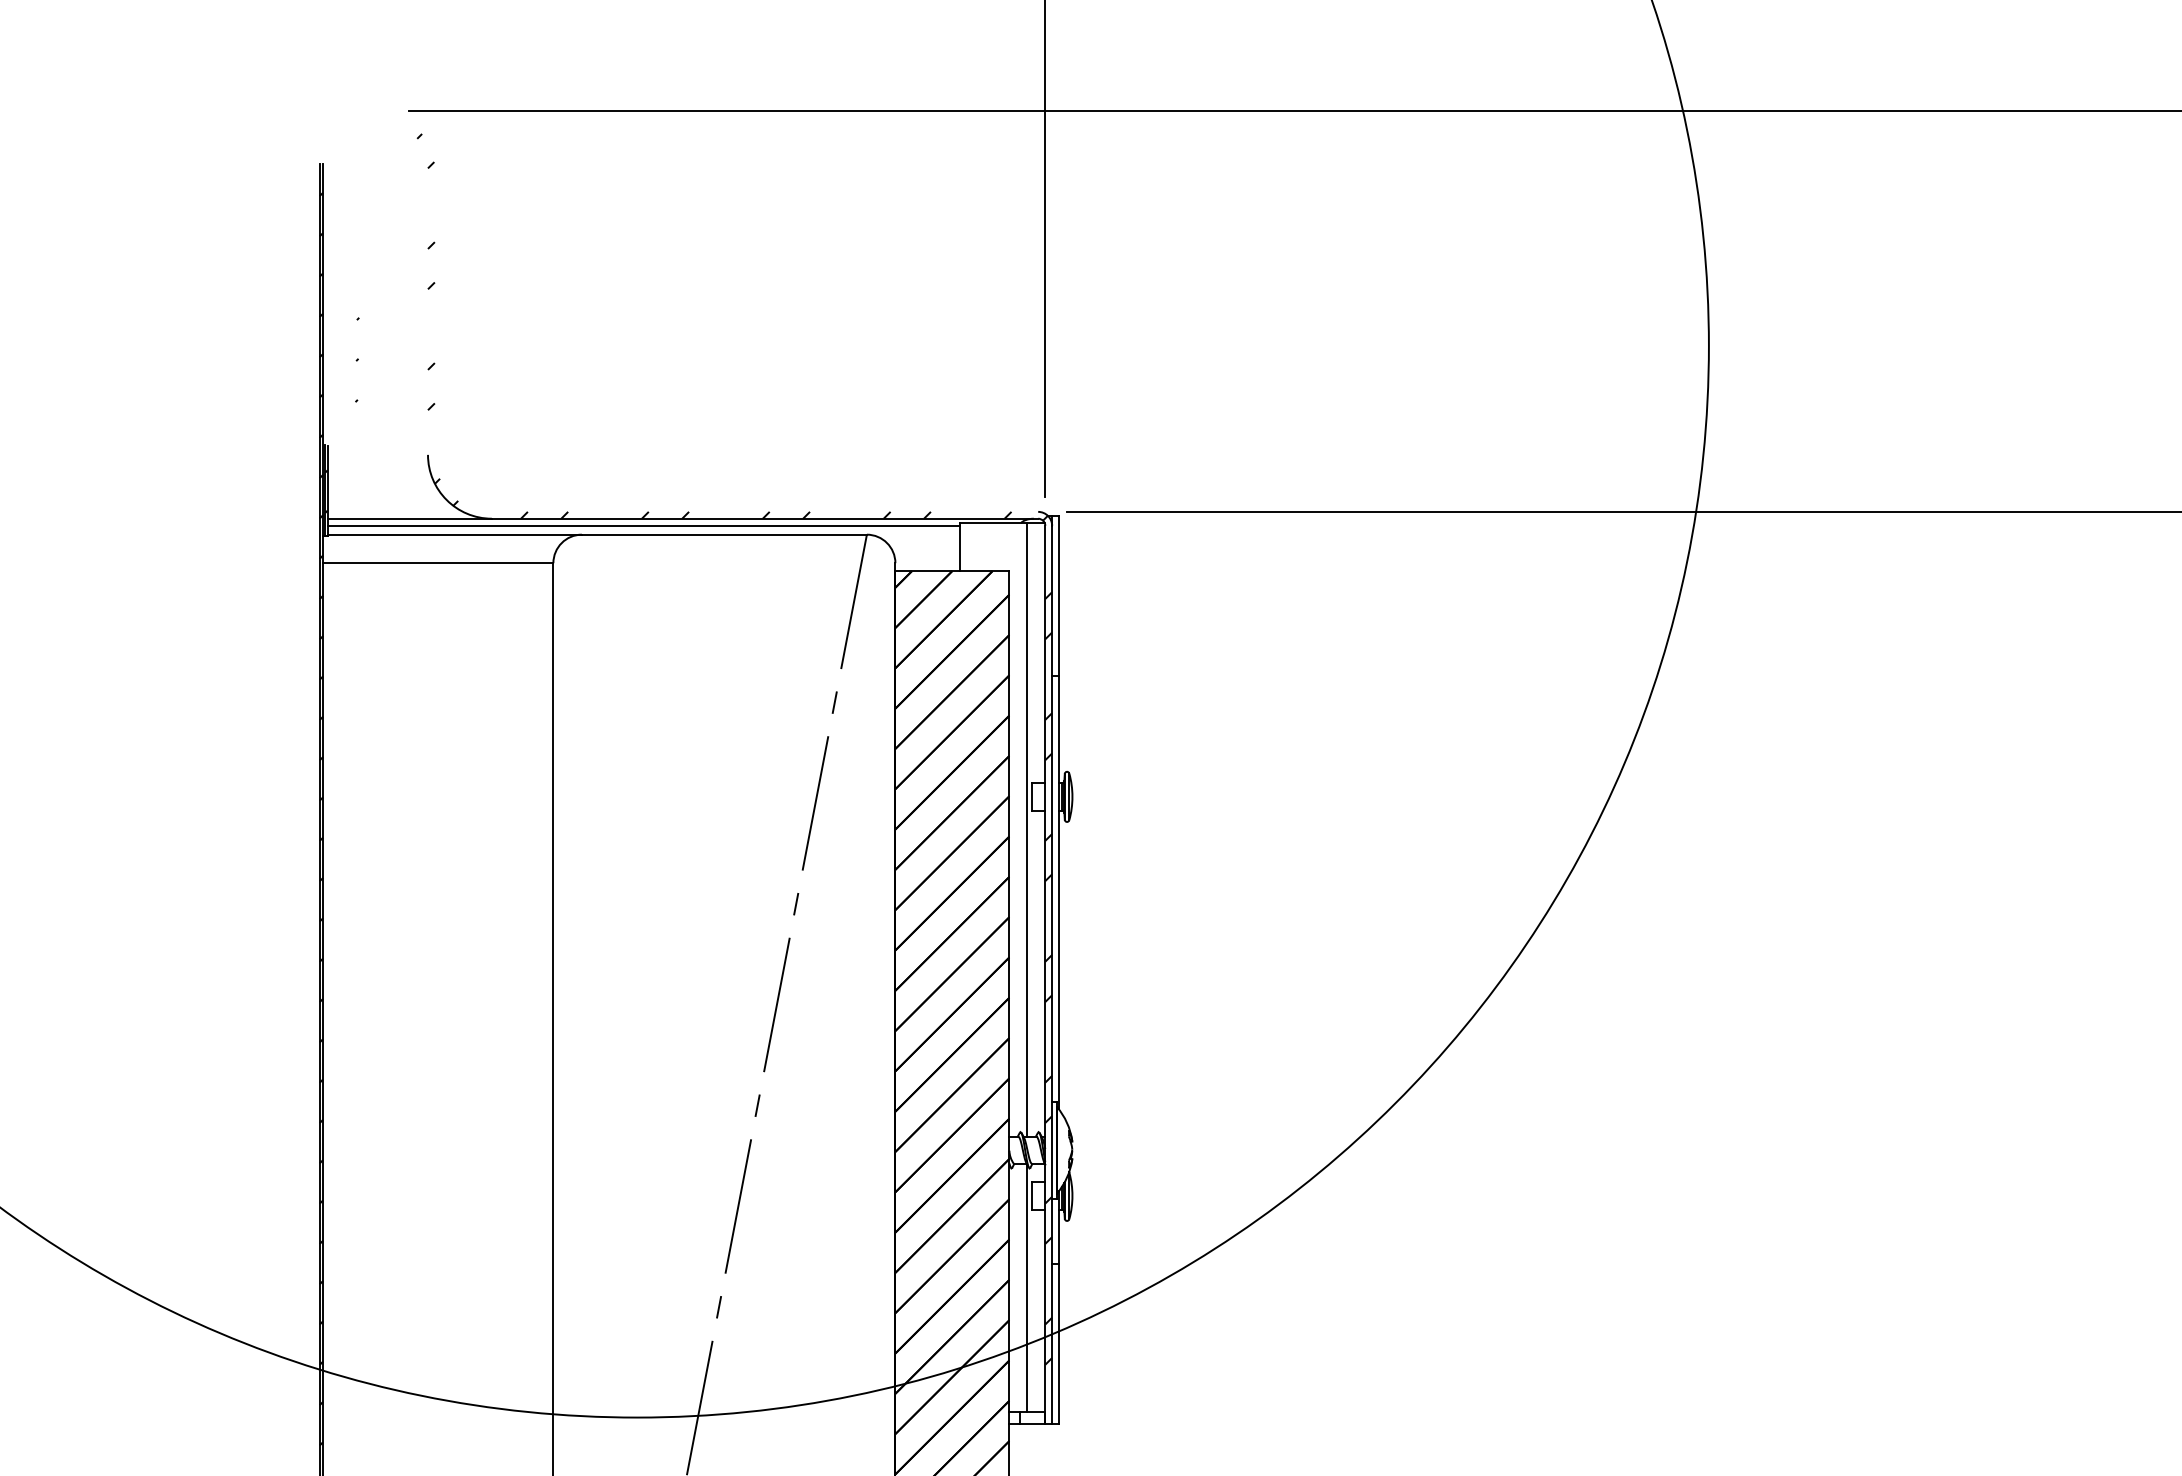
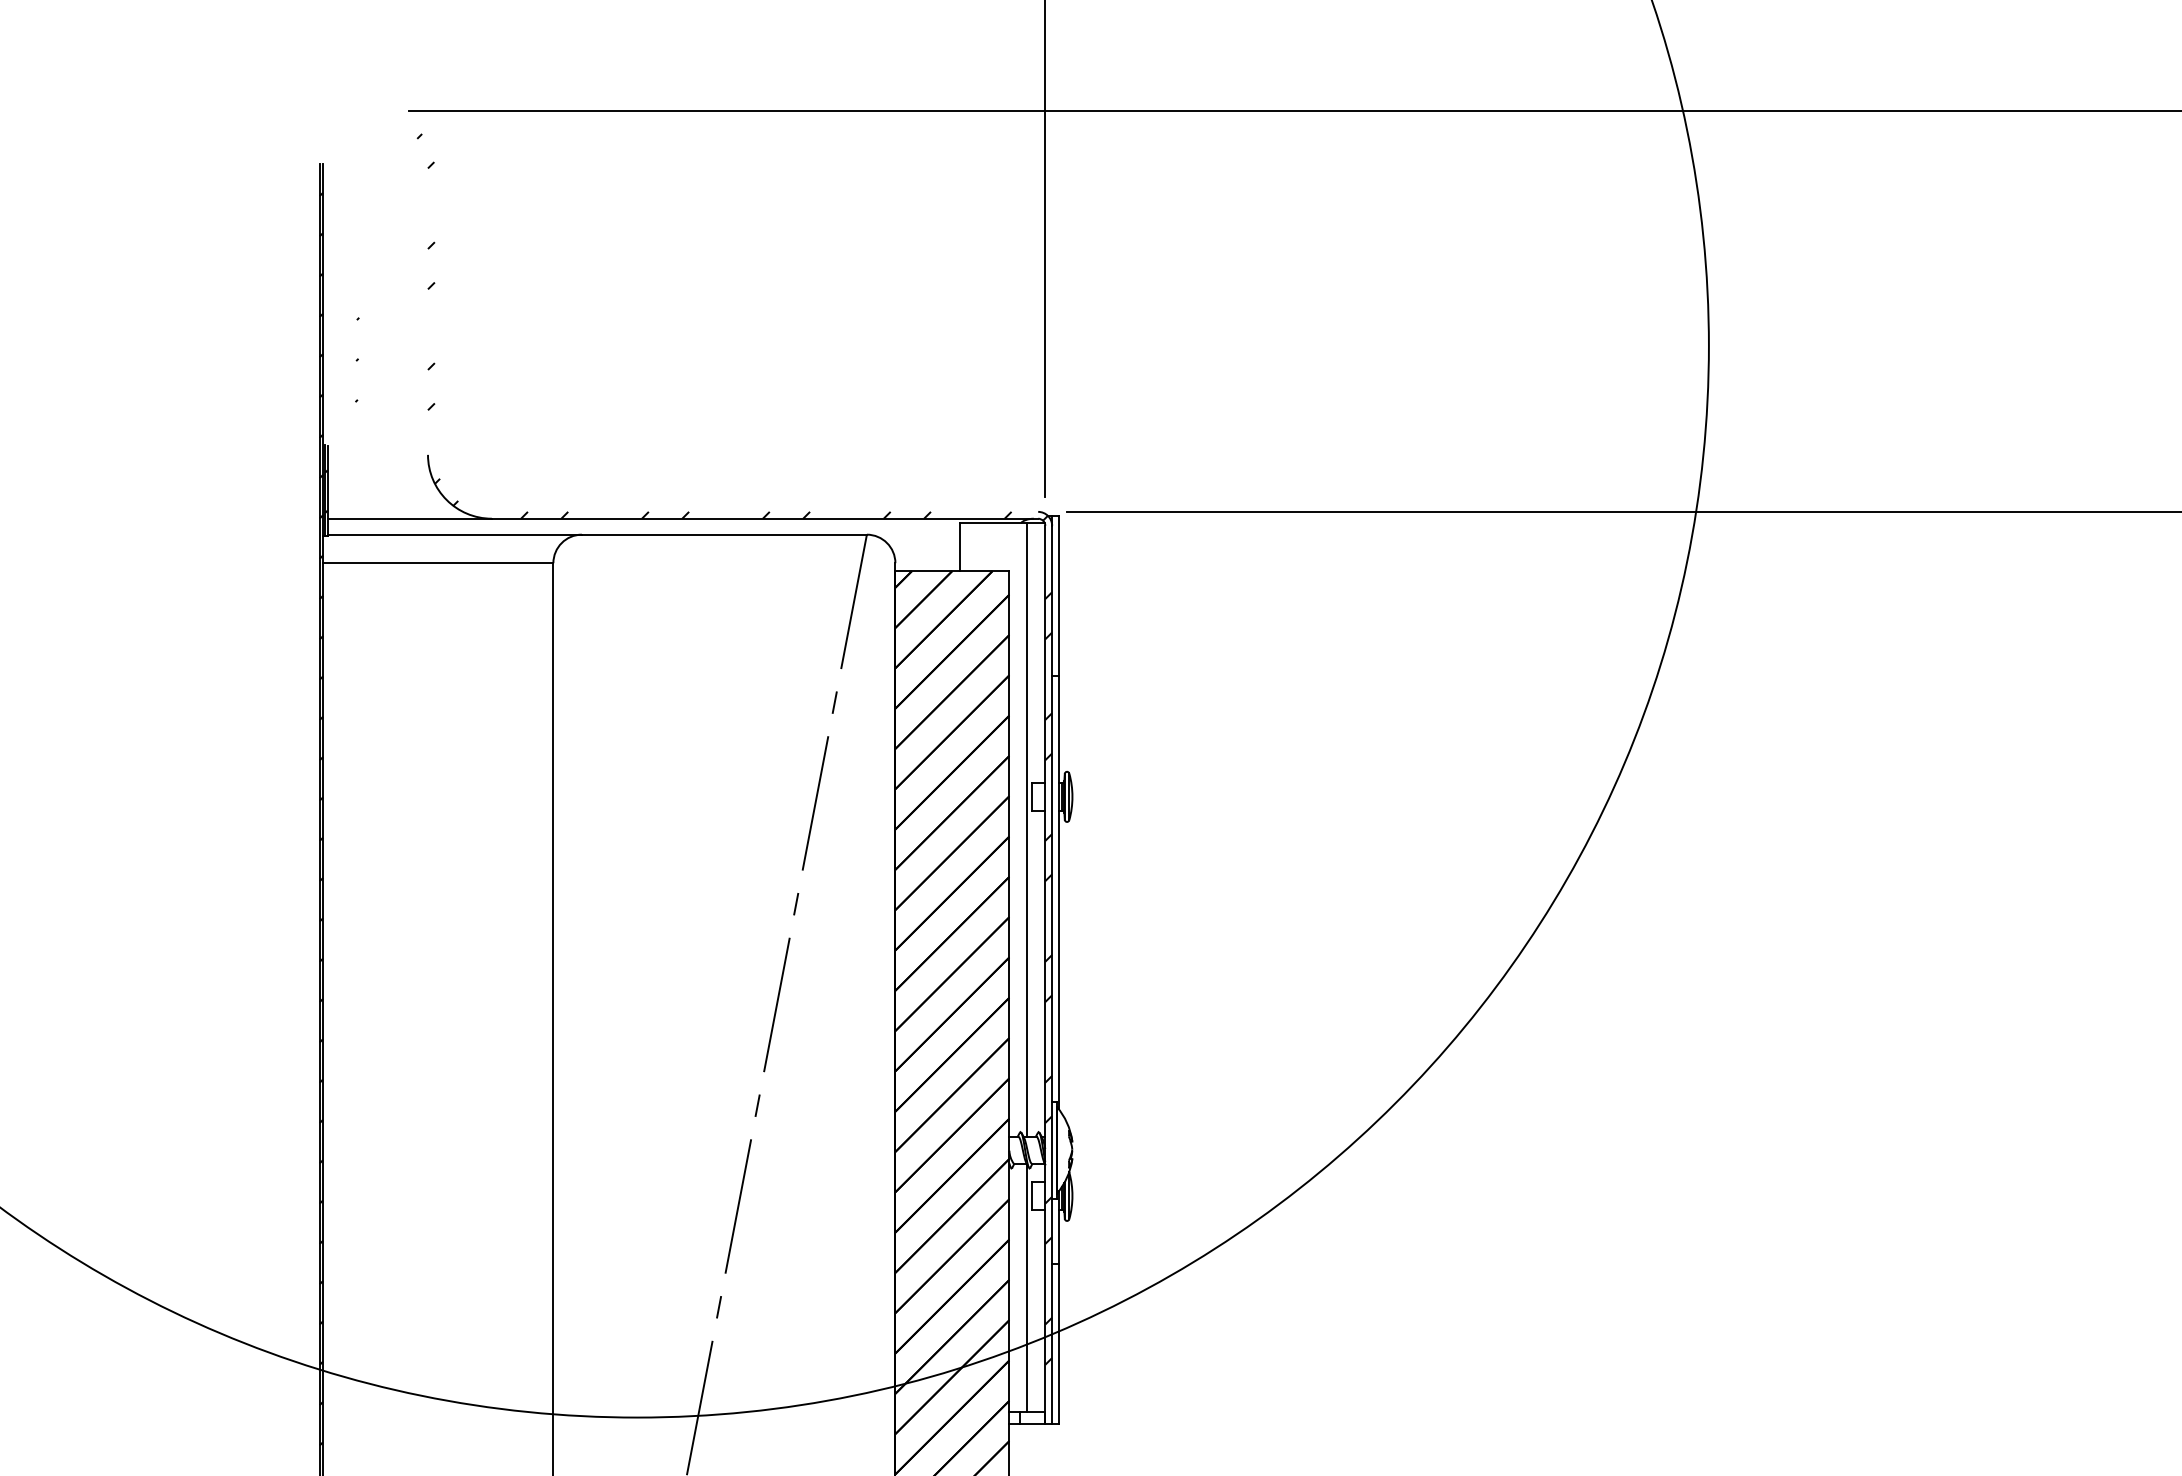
line at (643, 525): present -> none
